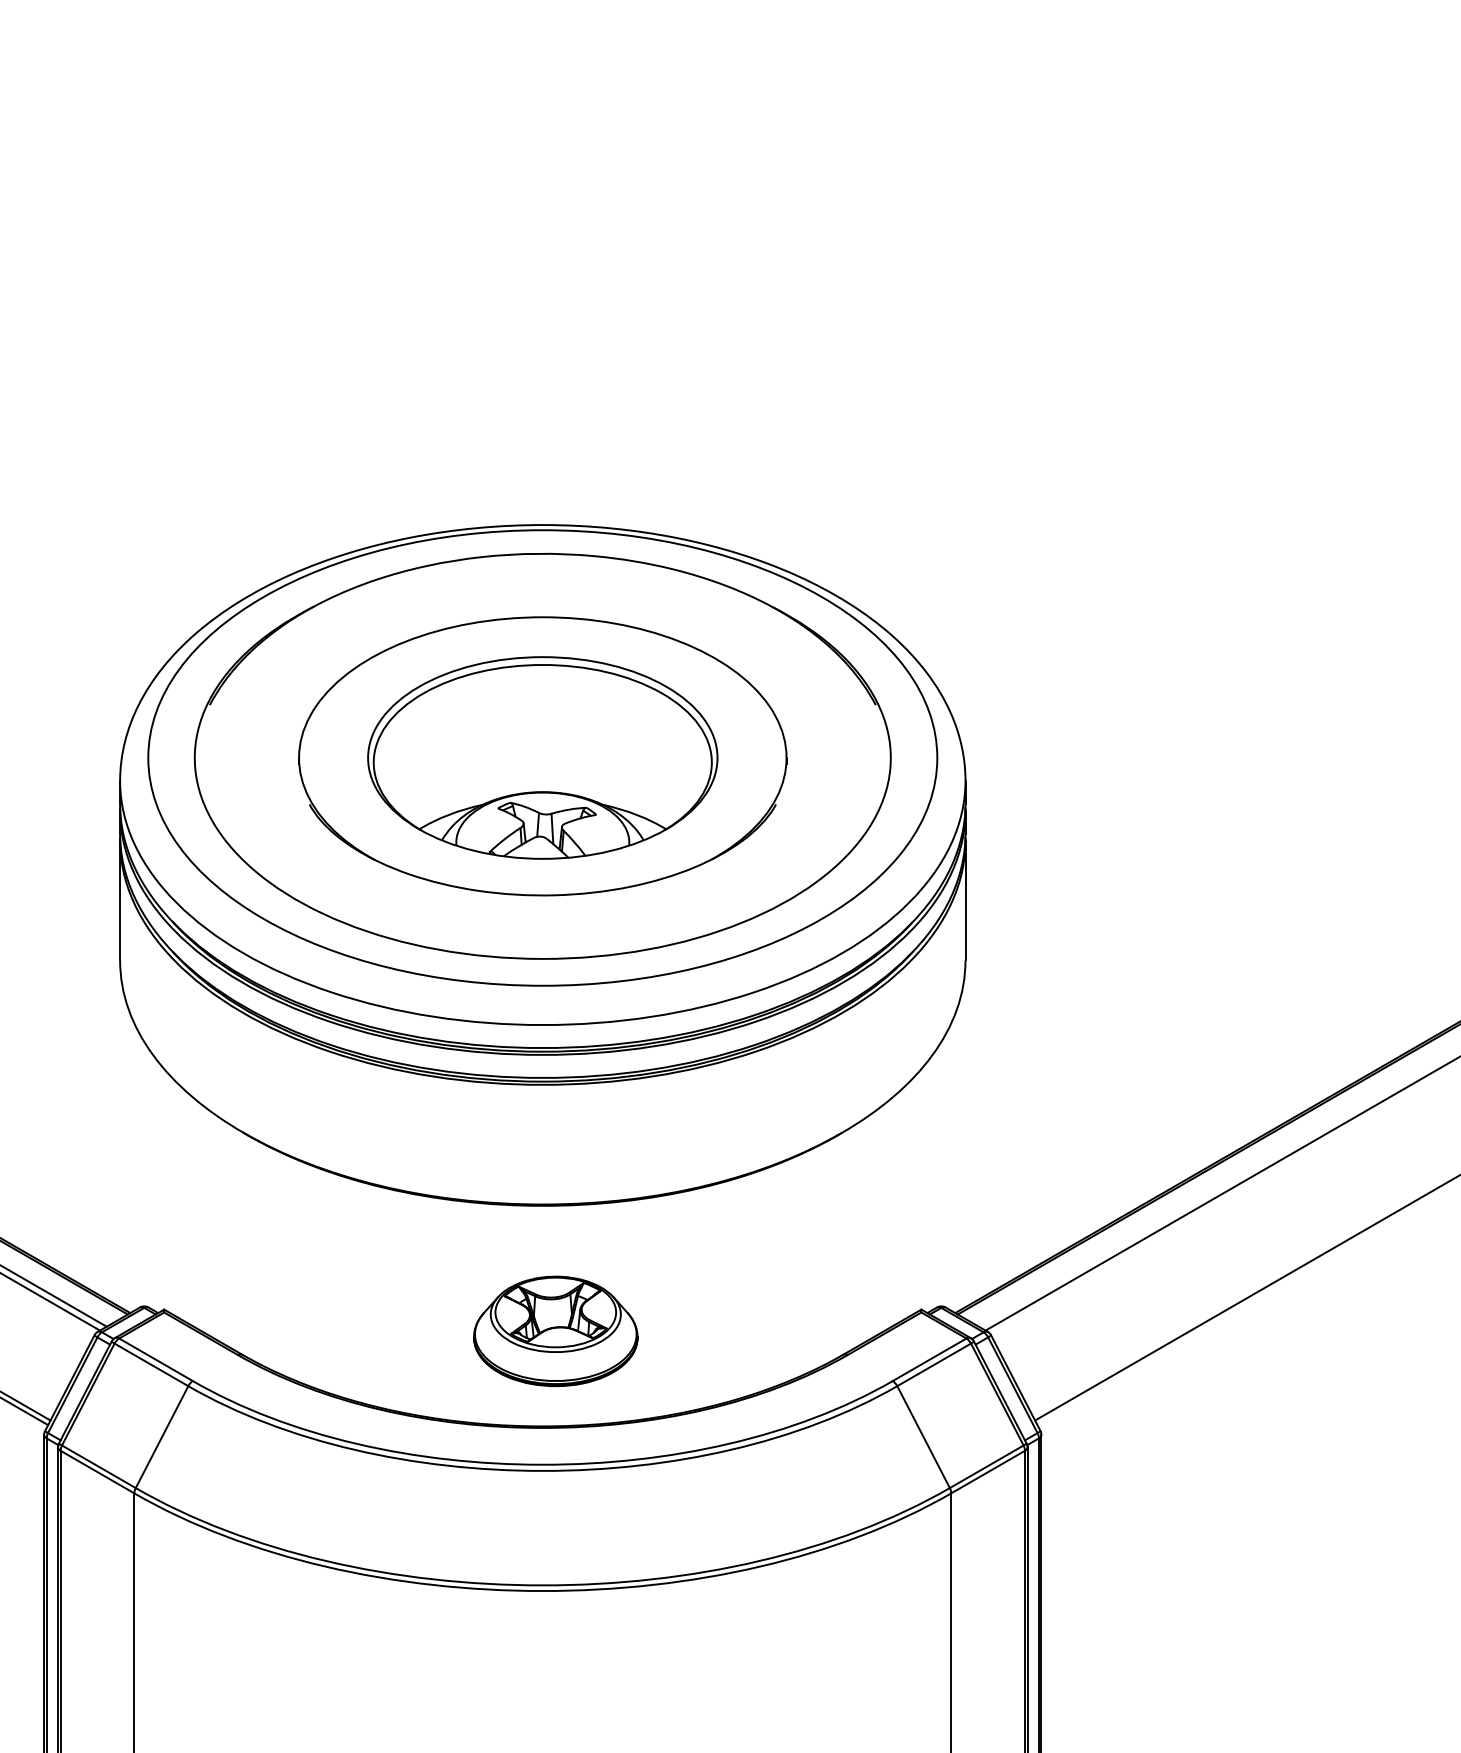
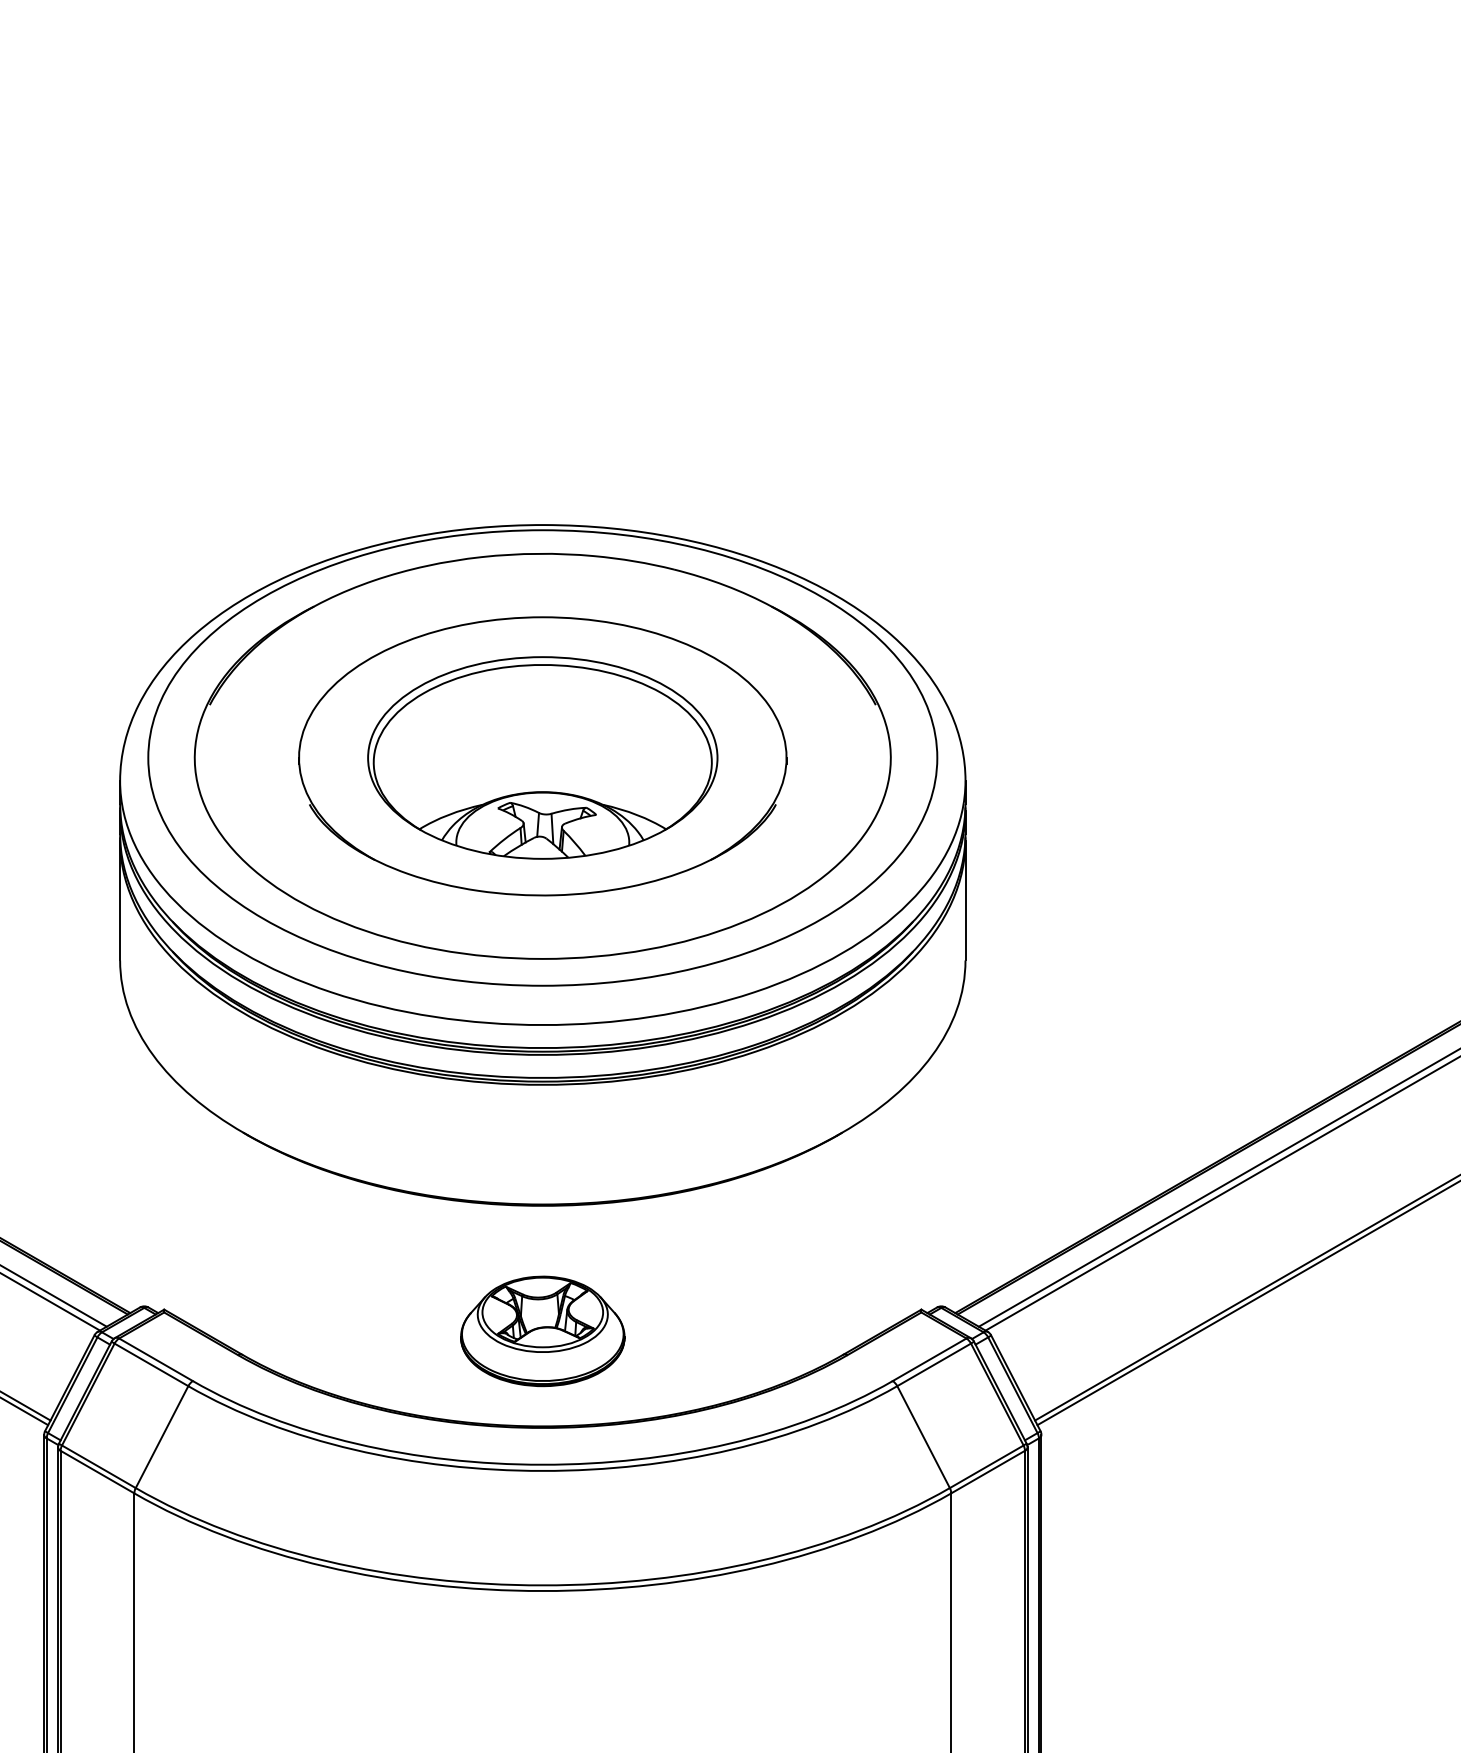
line at (1217, 1188): none -> present
line at (1247, 1303): none -> present
part at (555, 1331) position: (555, 1331) -> (542, 1331)
